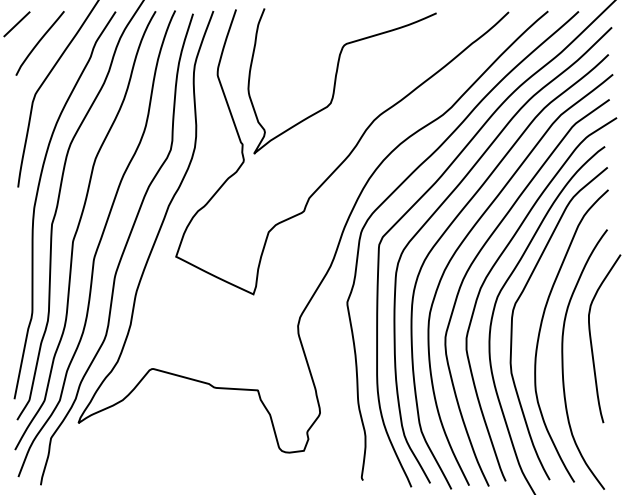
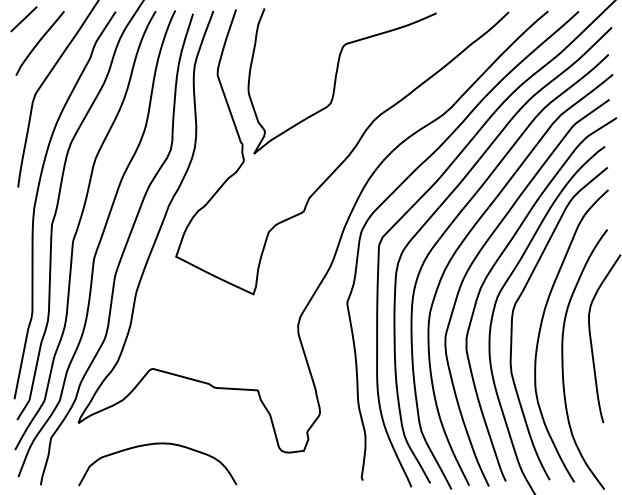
line at (16, 24) position: (16, 24) -> (23, 19)
curve at (157, 444): none -> present
